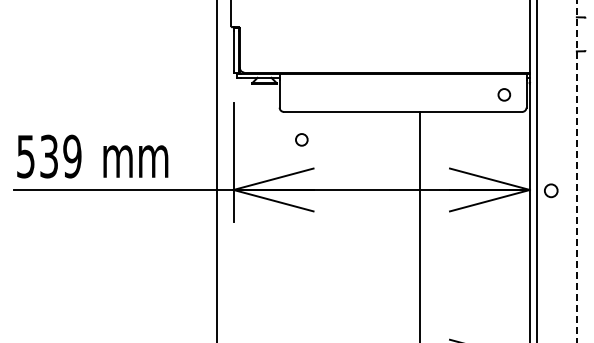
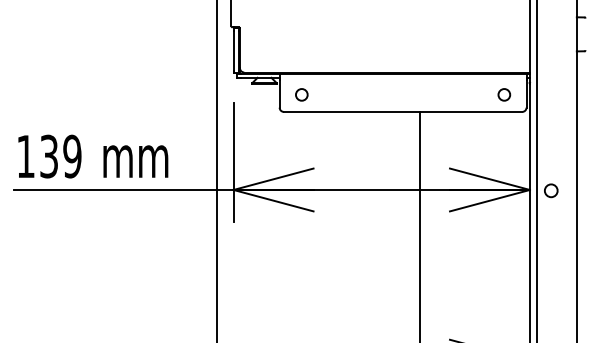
circle at (301, 139) position: (301, 139) -> (301, 94)
text at (25, 156): 539 -> 139
line at (576, 171): dashed -> solid
